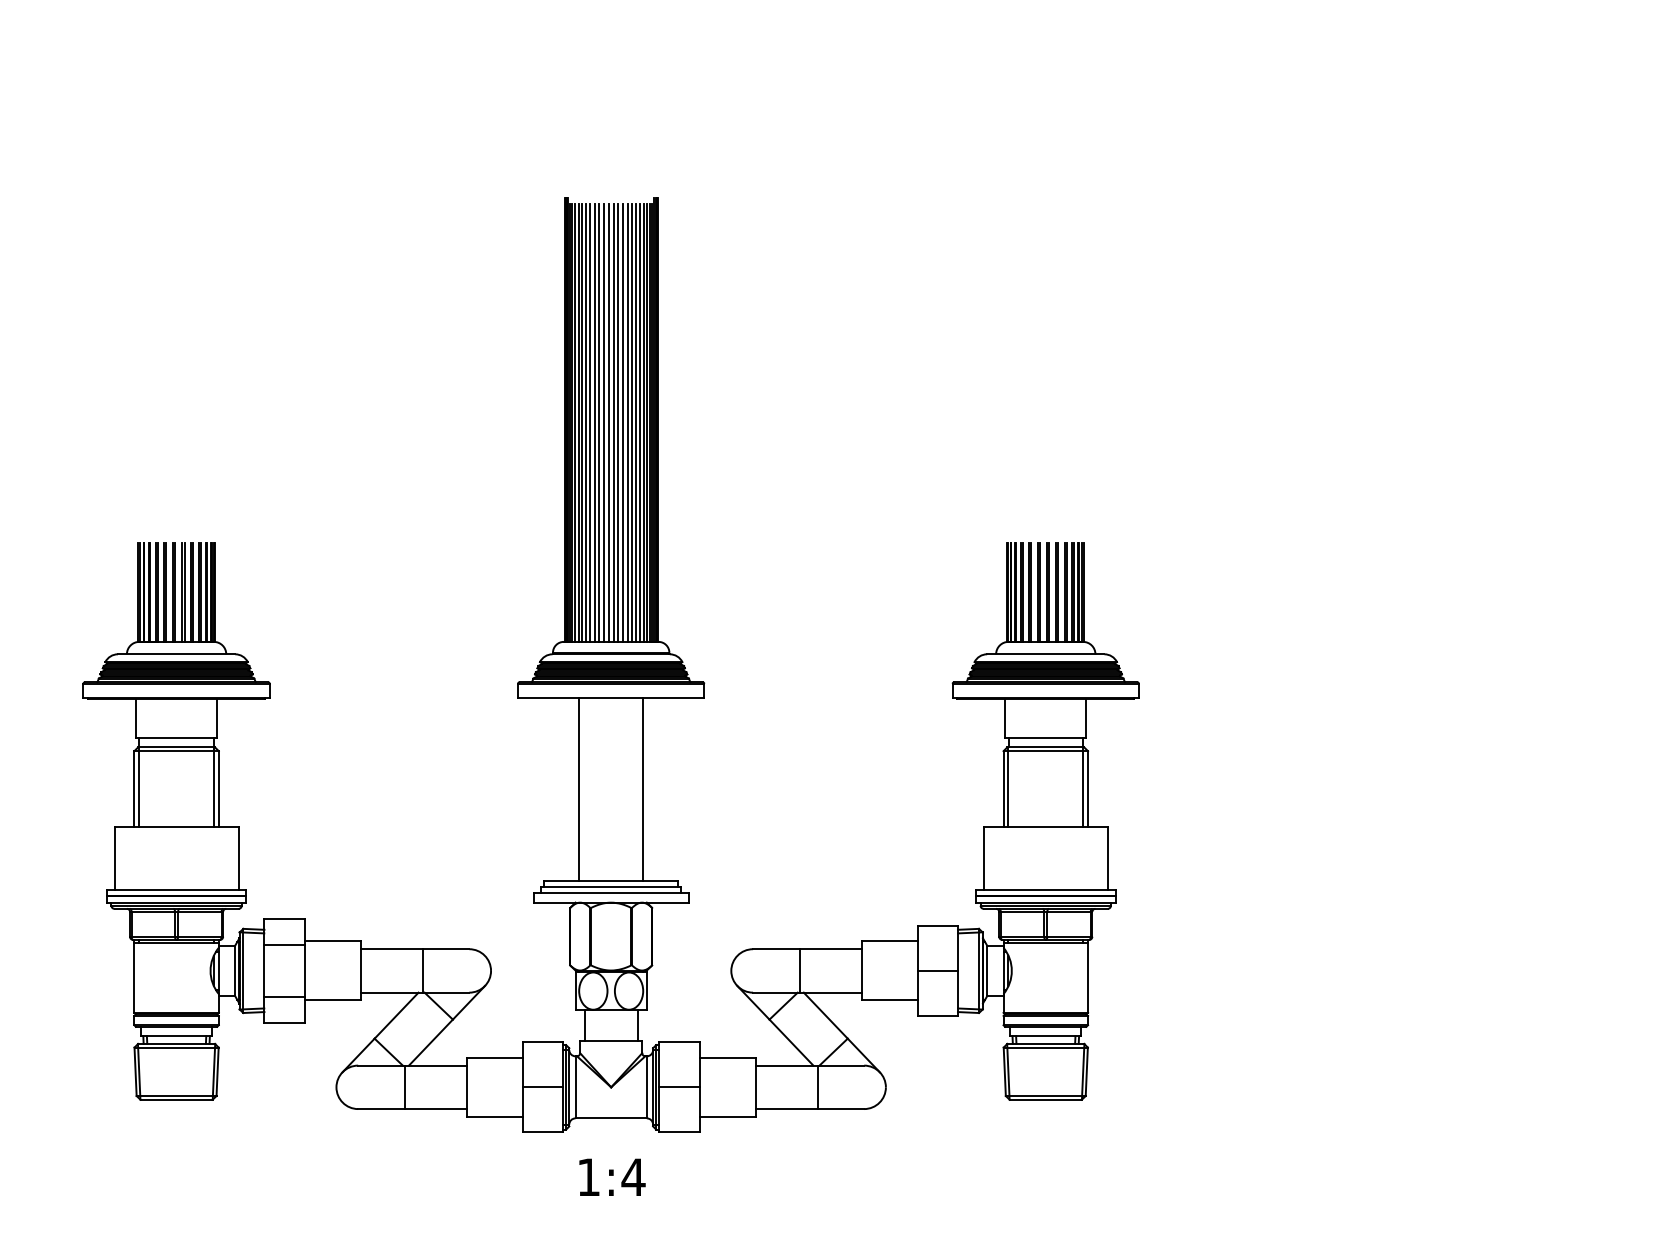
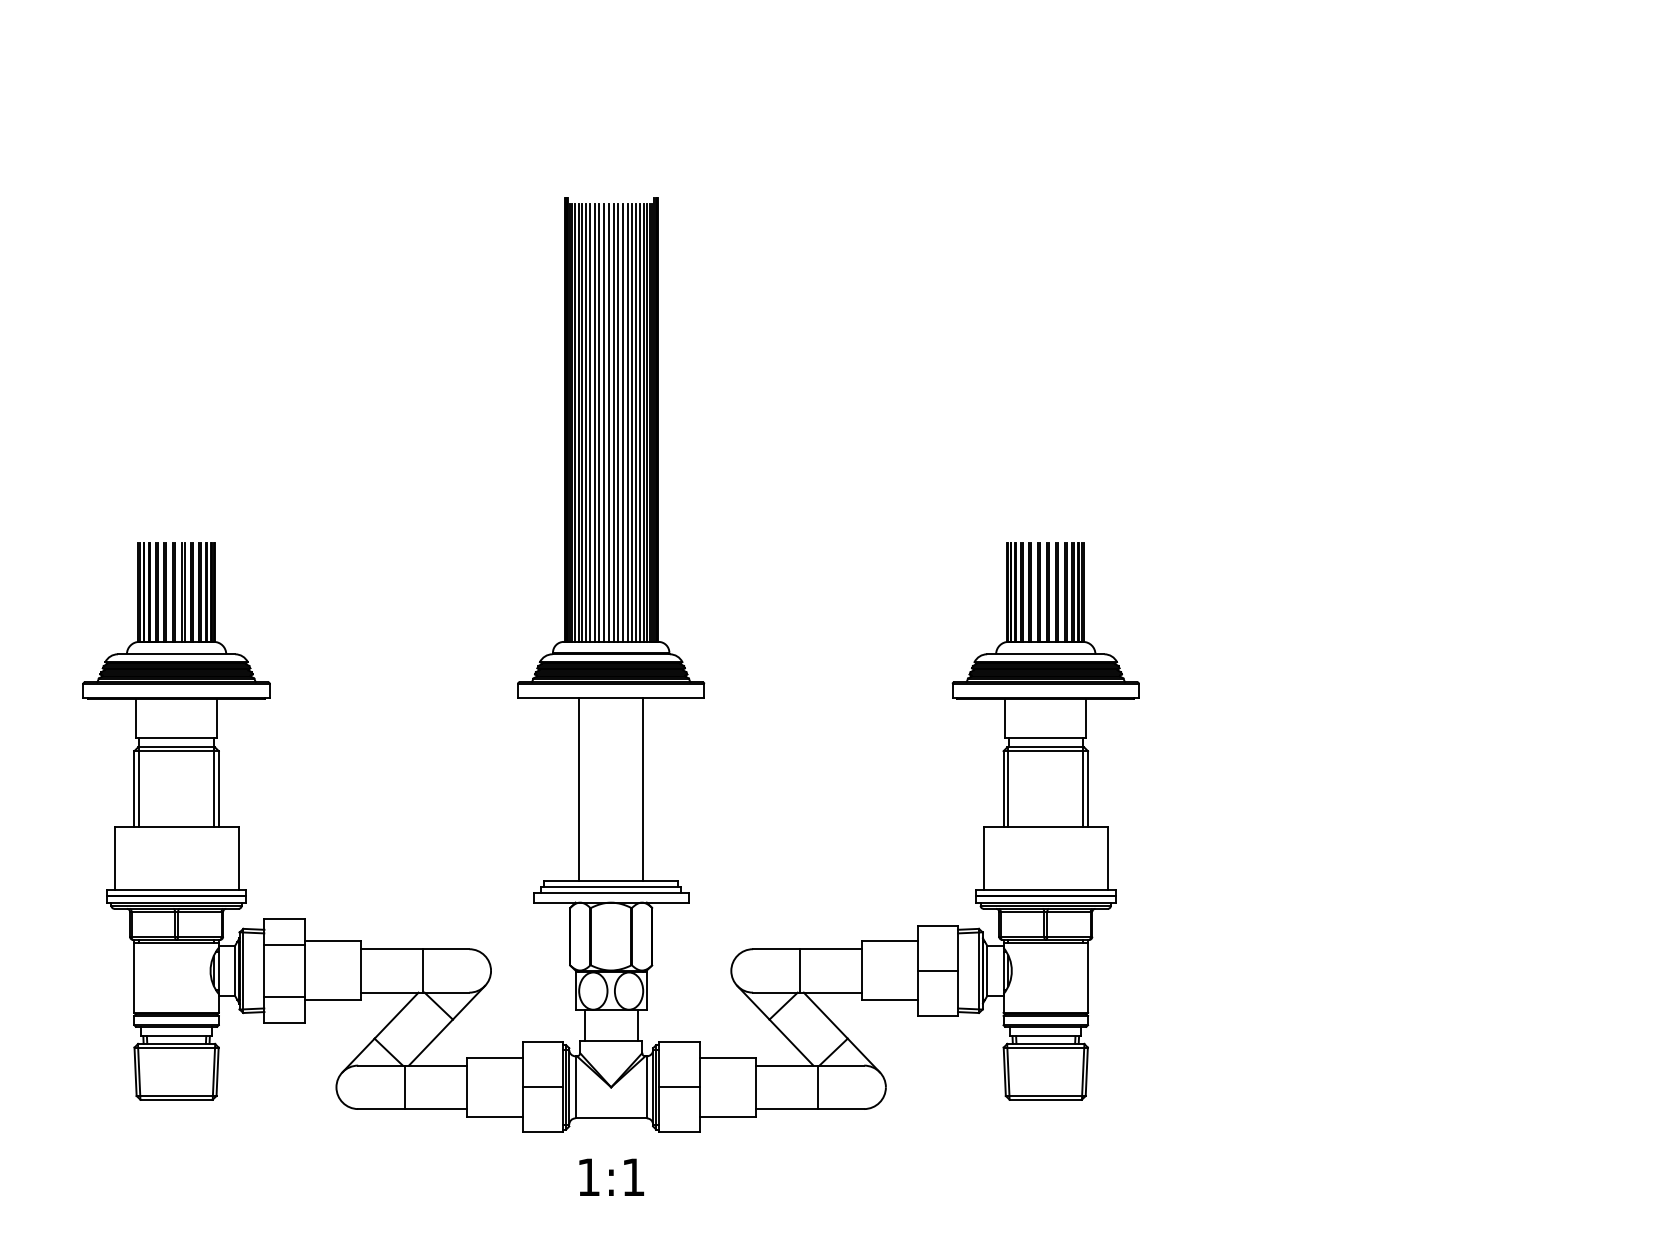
text at (633, 1176): 1:4 -> 1:1
